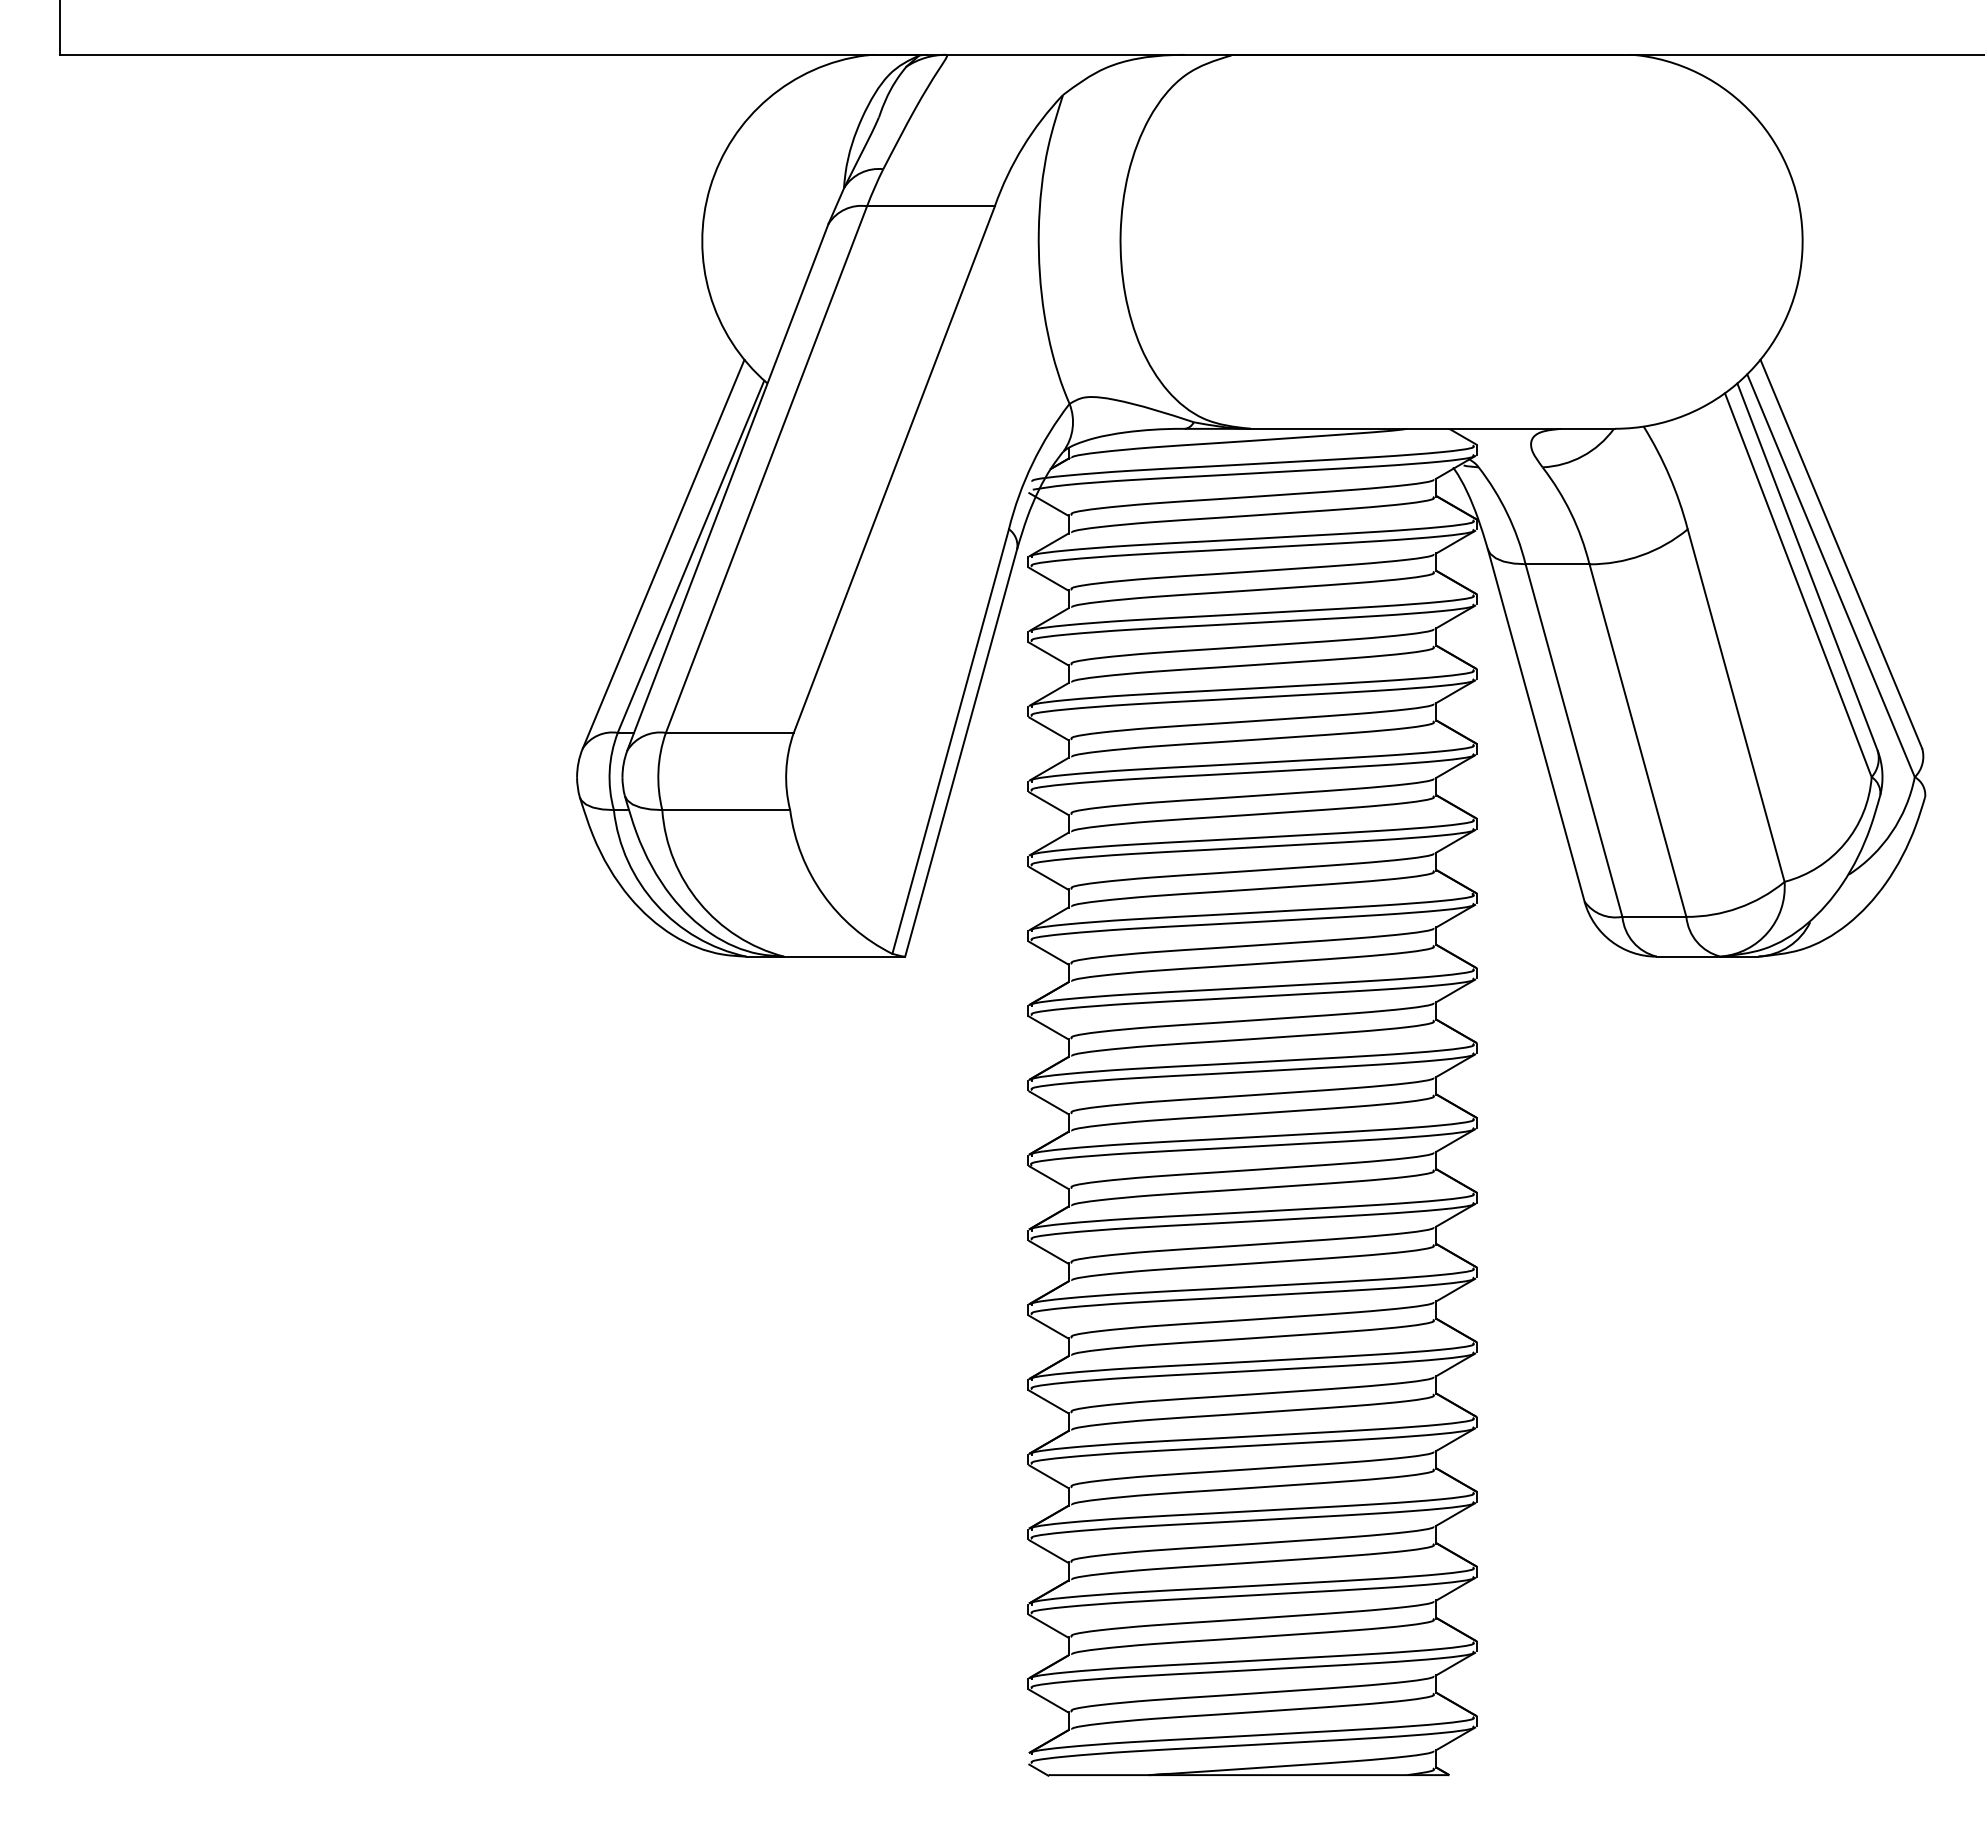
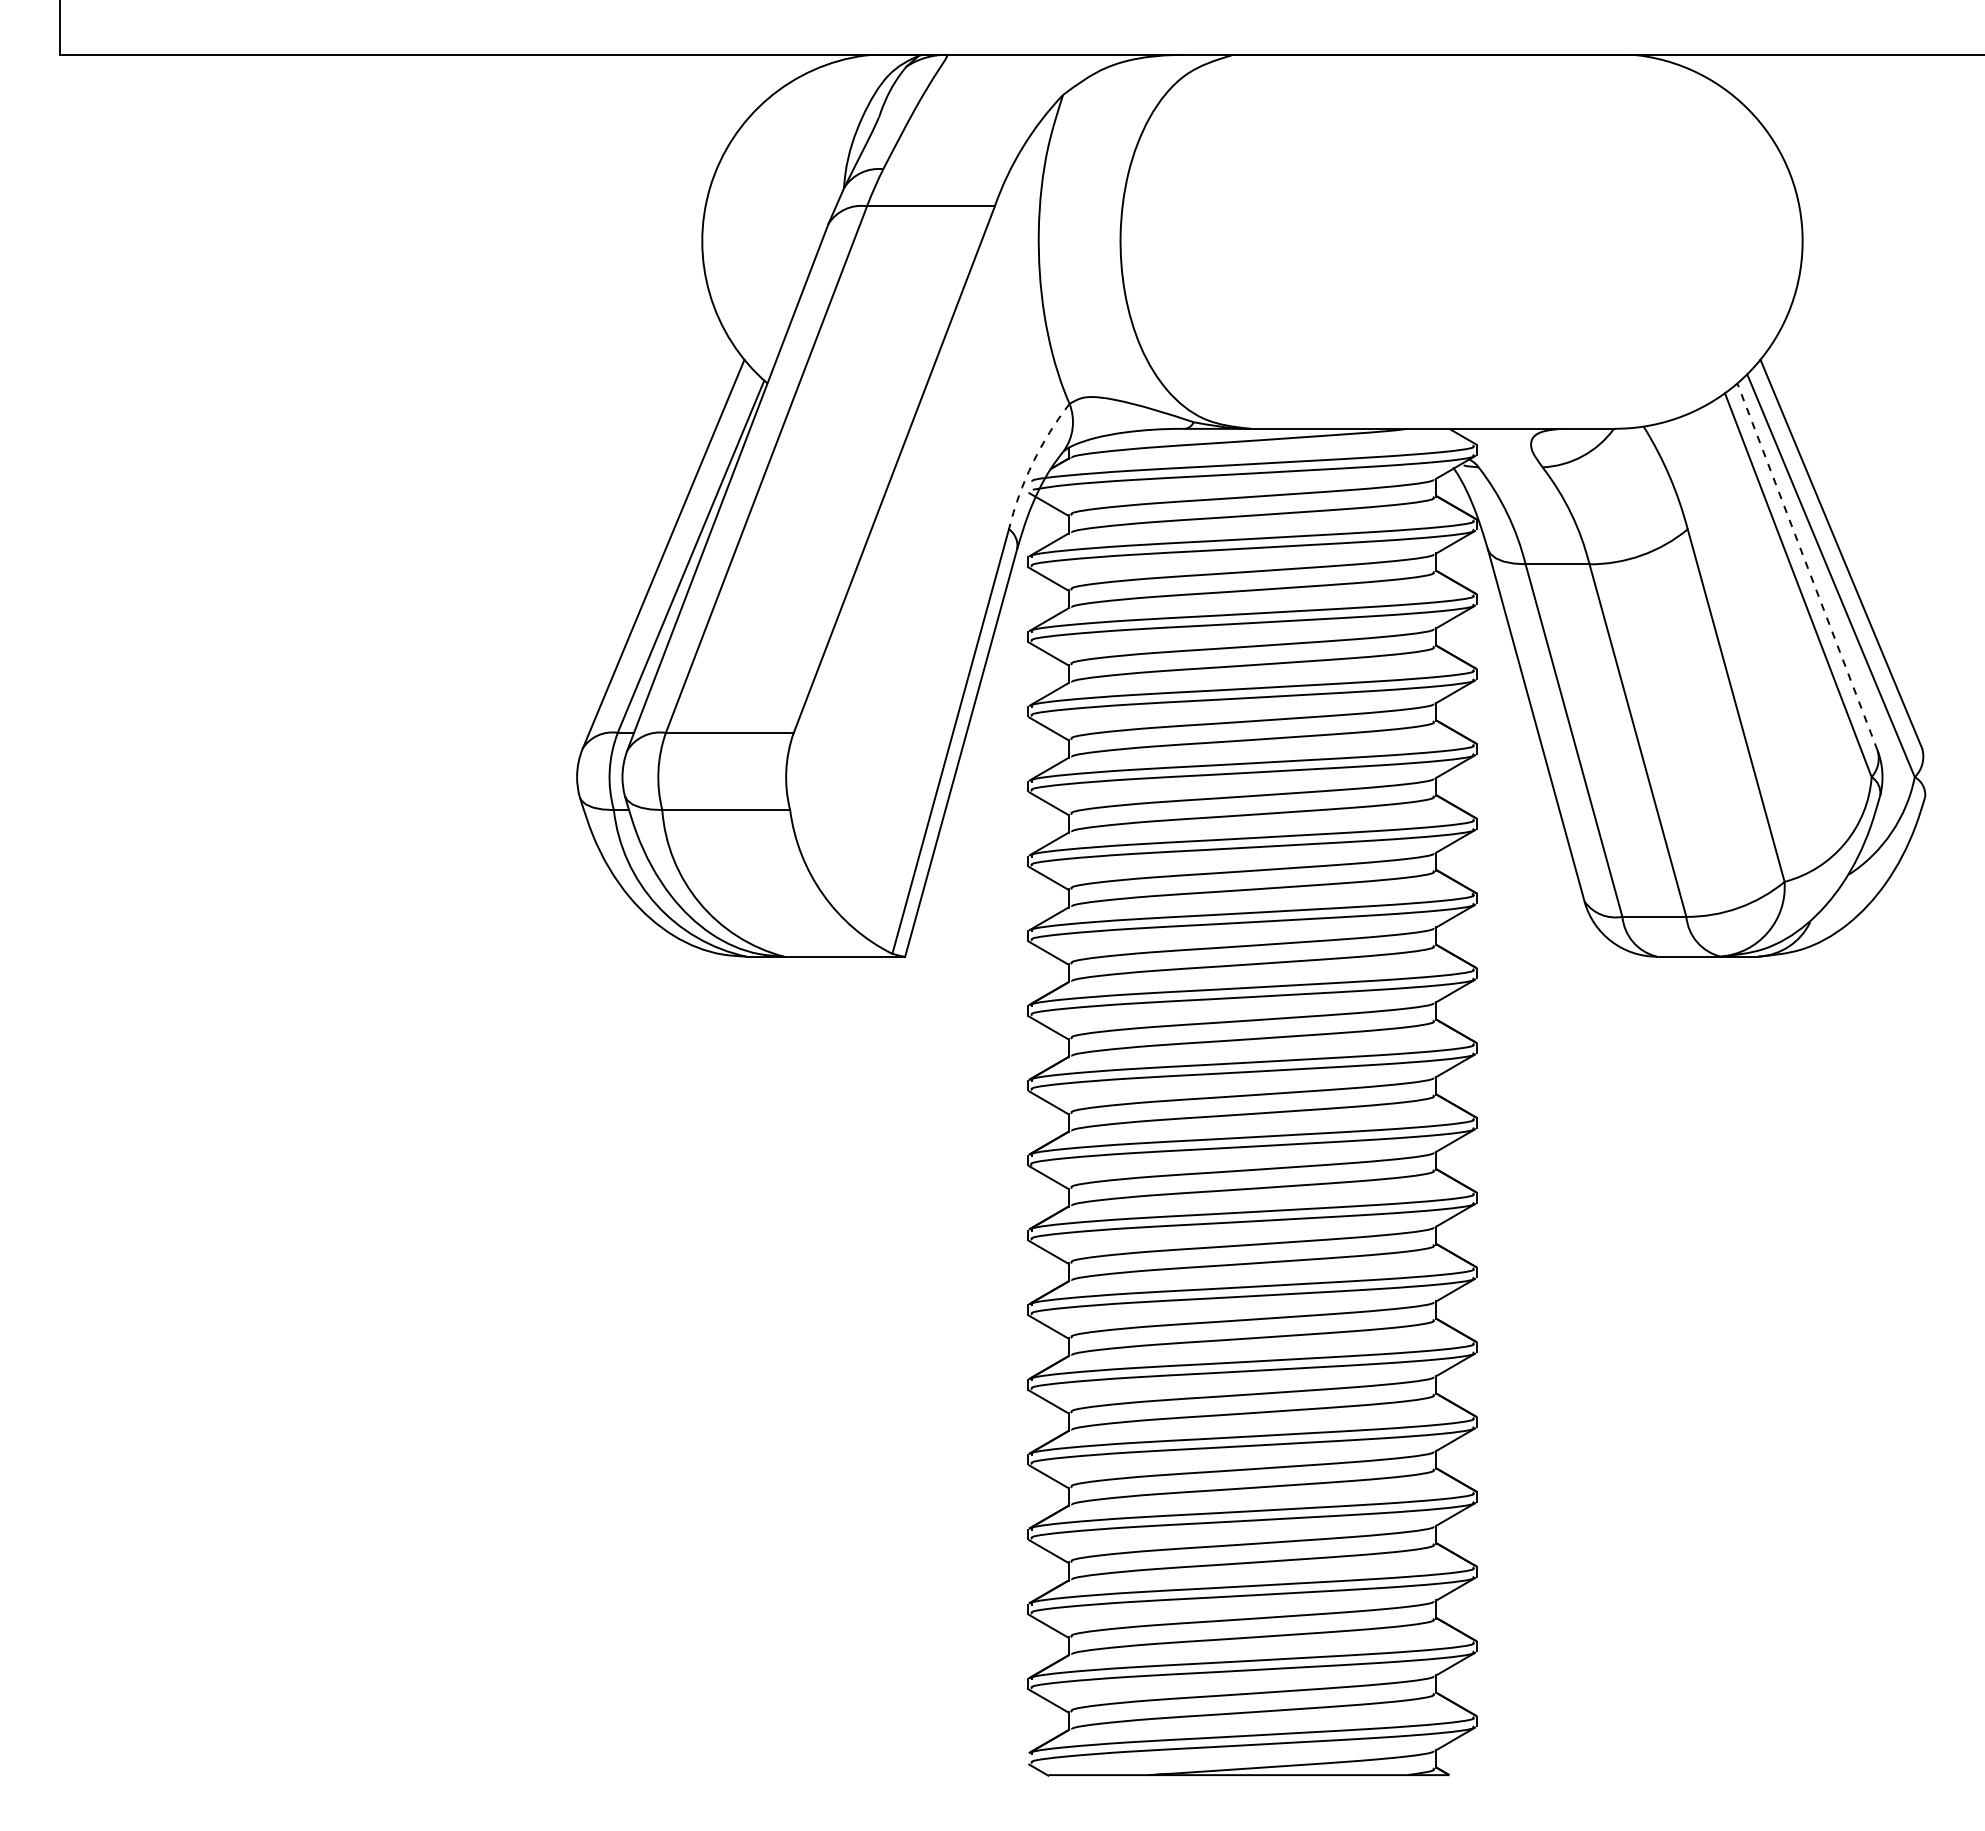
arc at (1032, 463): solid -> dashed
line at (1807, 566): solid -> dashed
